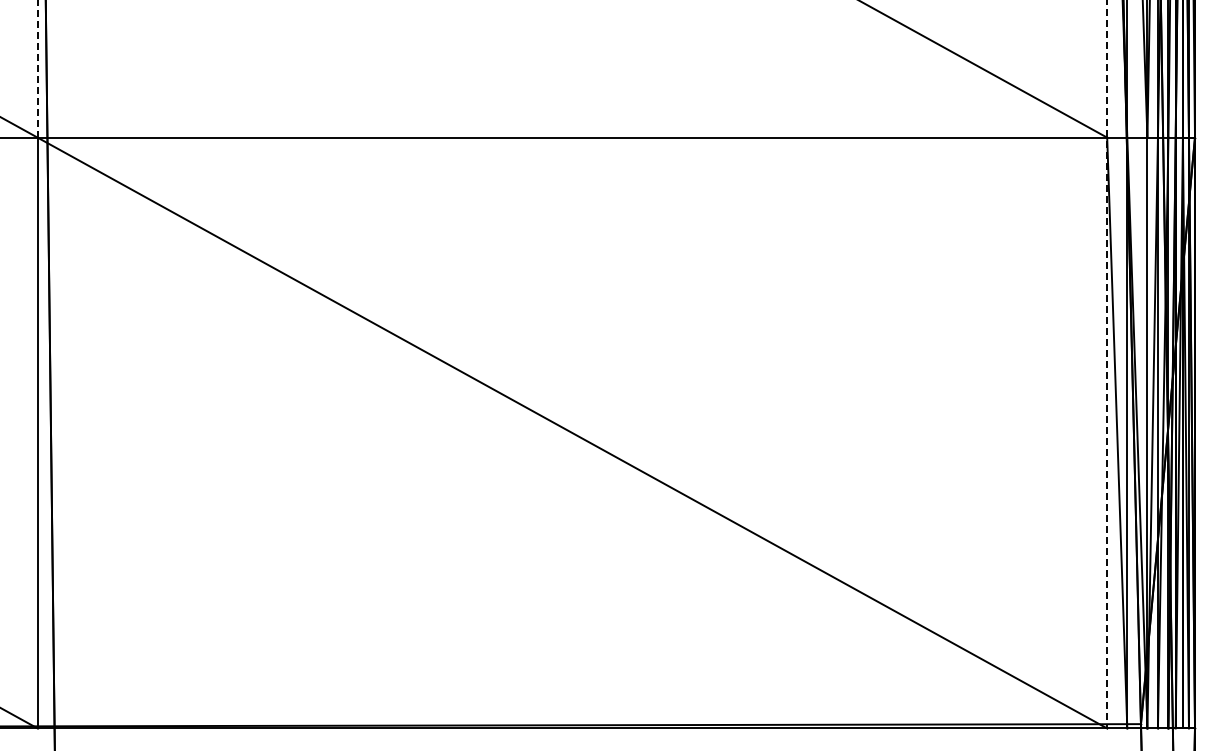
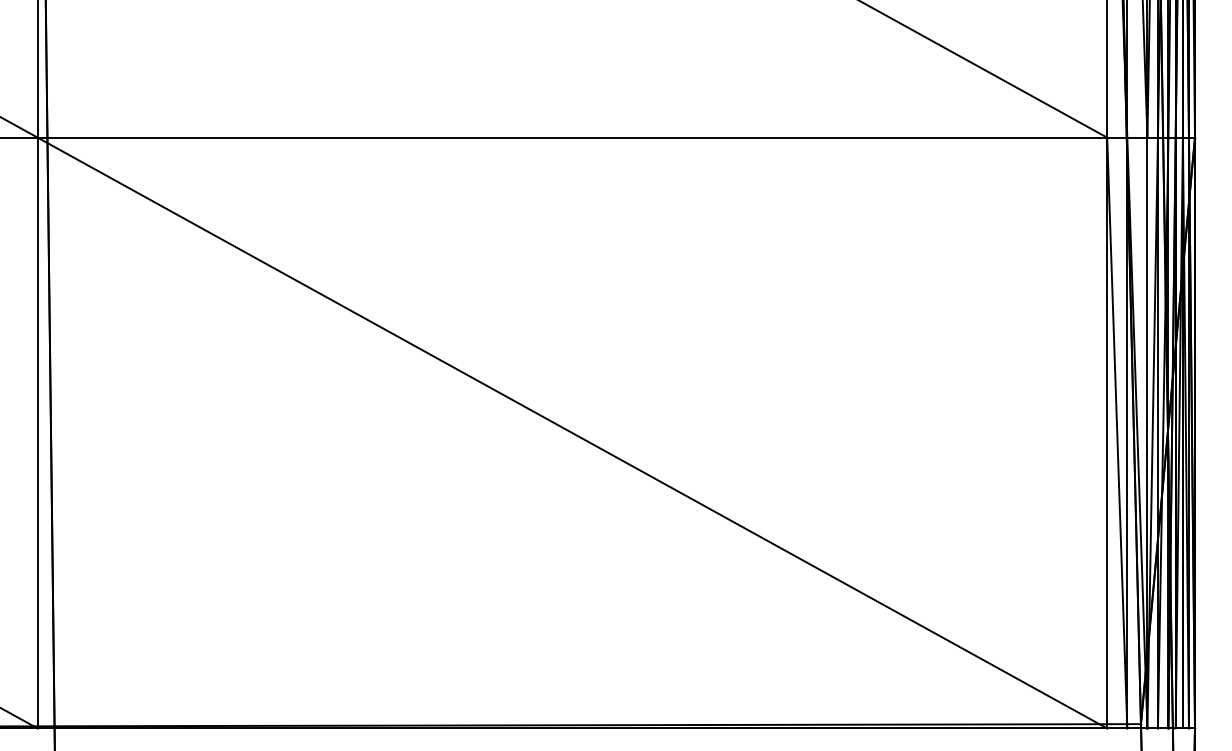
line at (37, 68): dashed -> solid
line at (1107, 364): dashed -> solid
